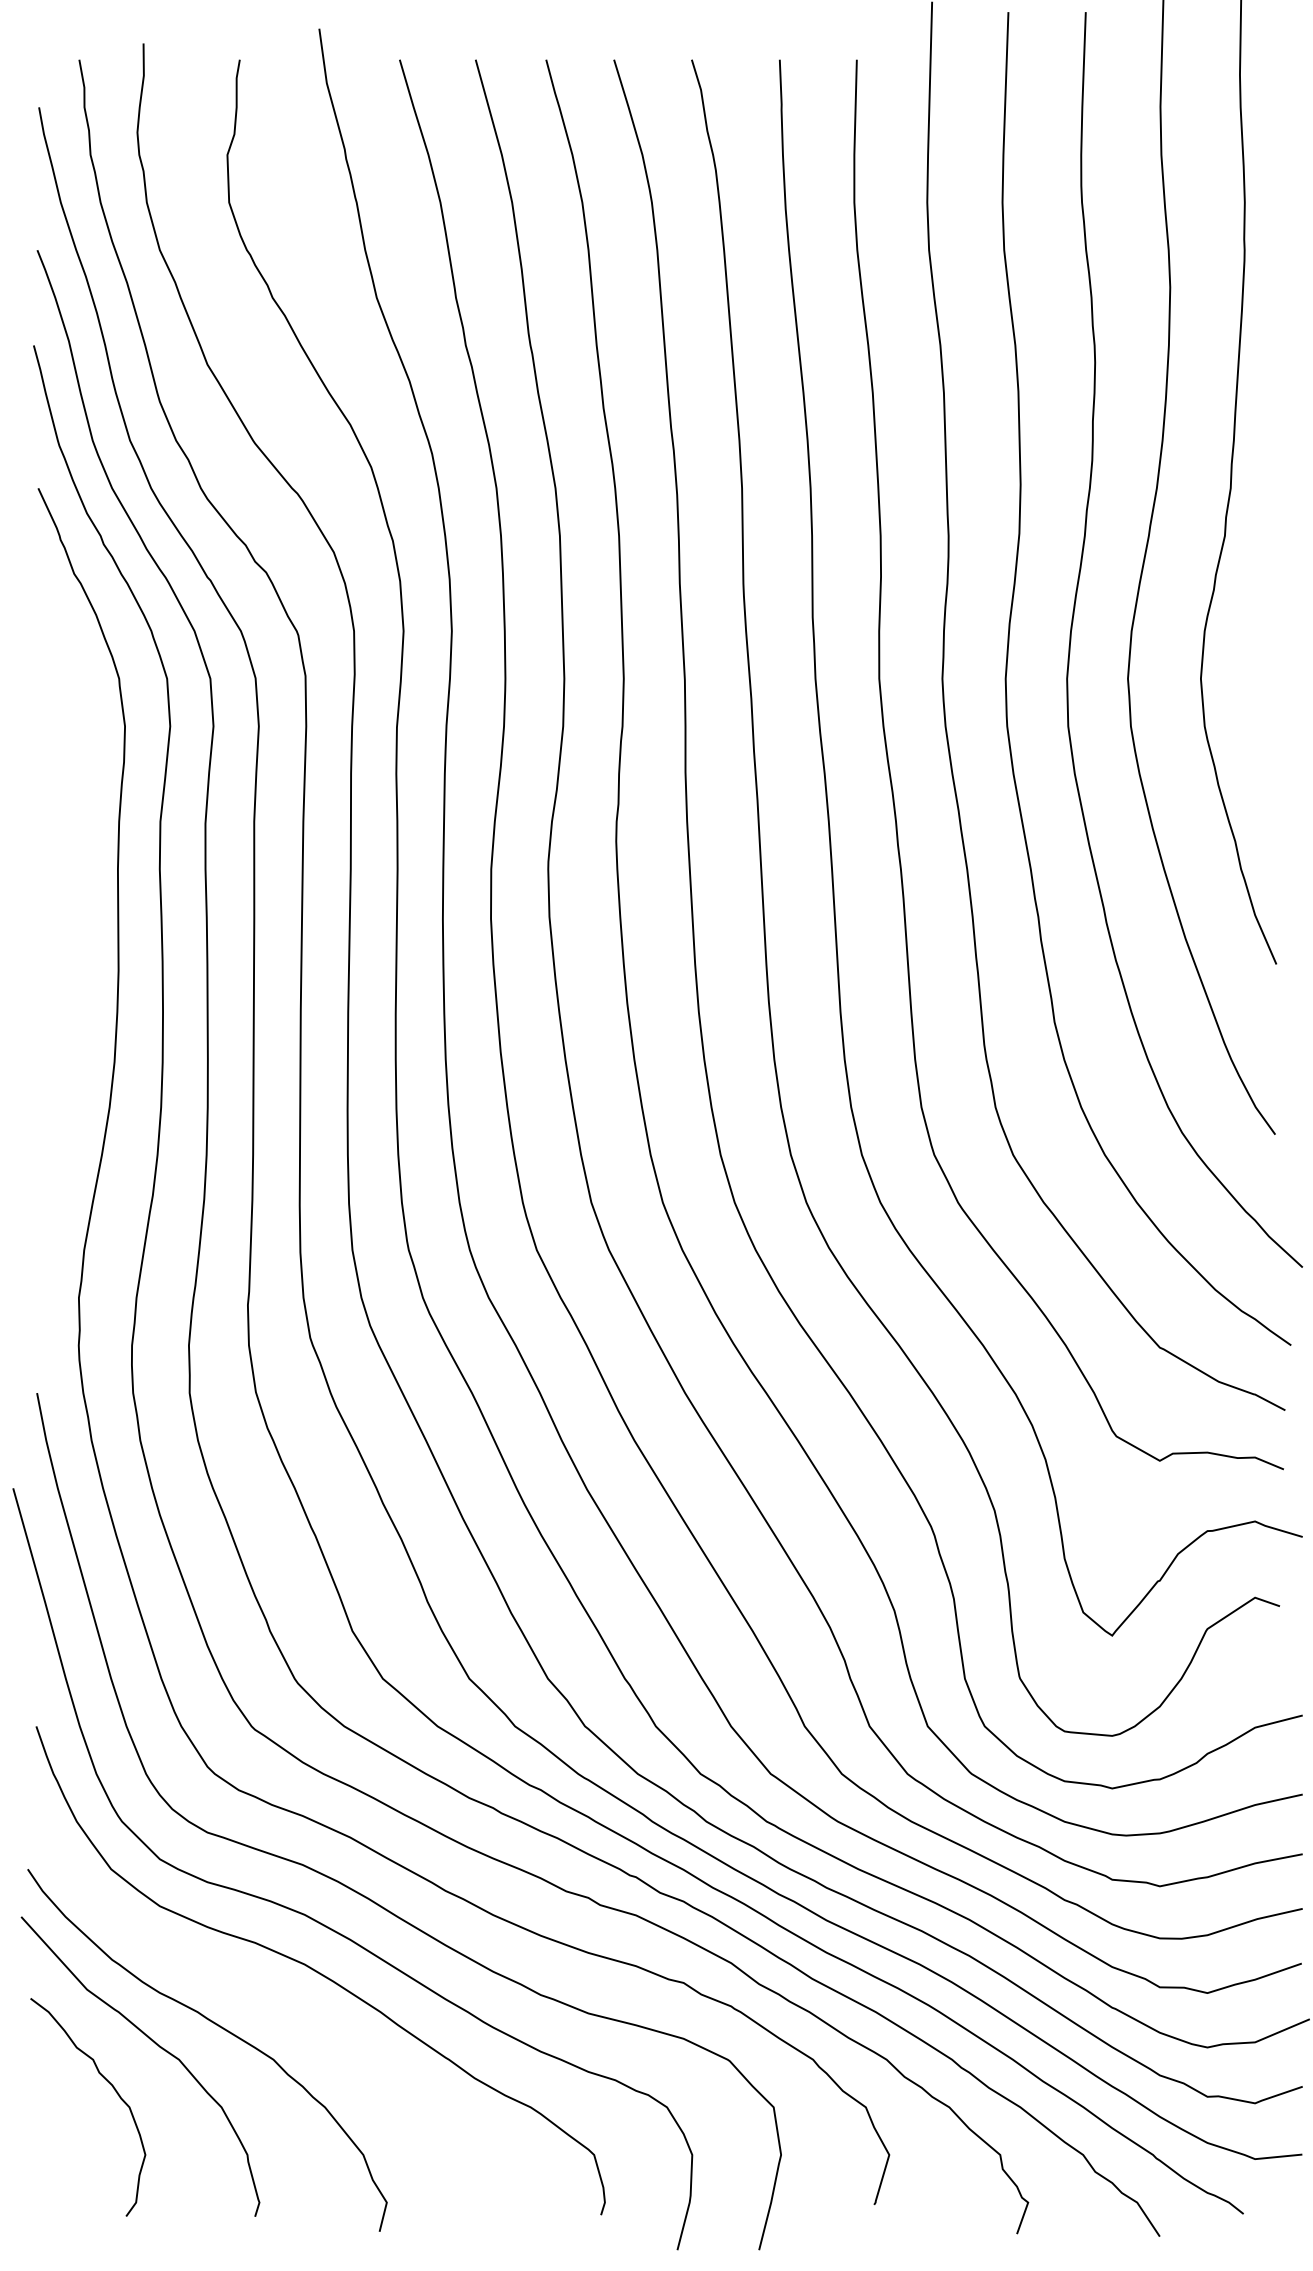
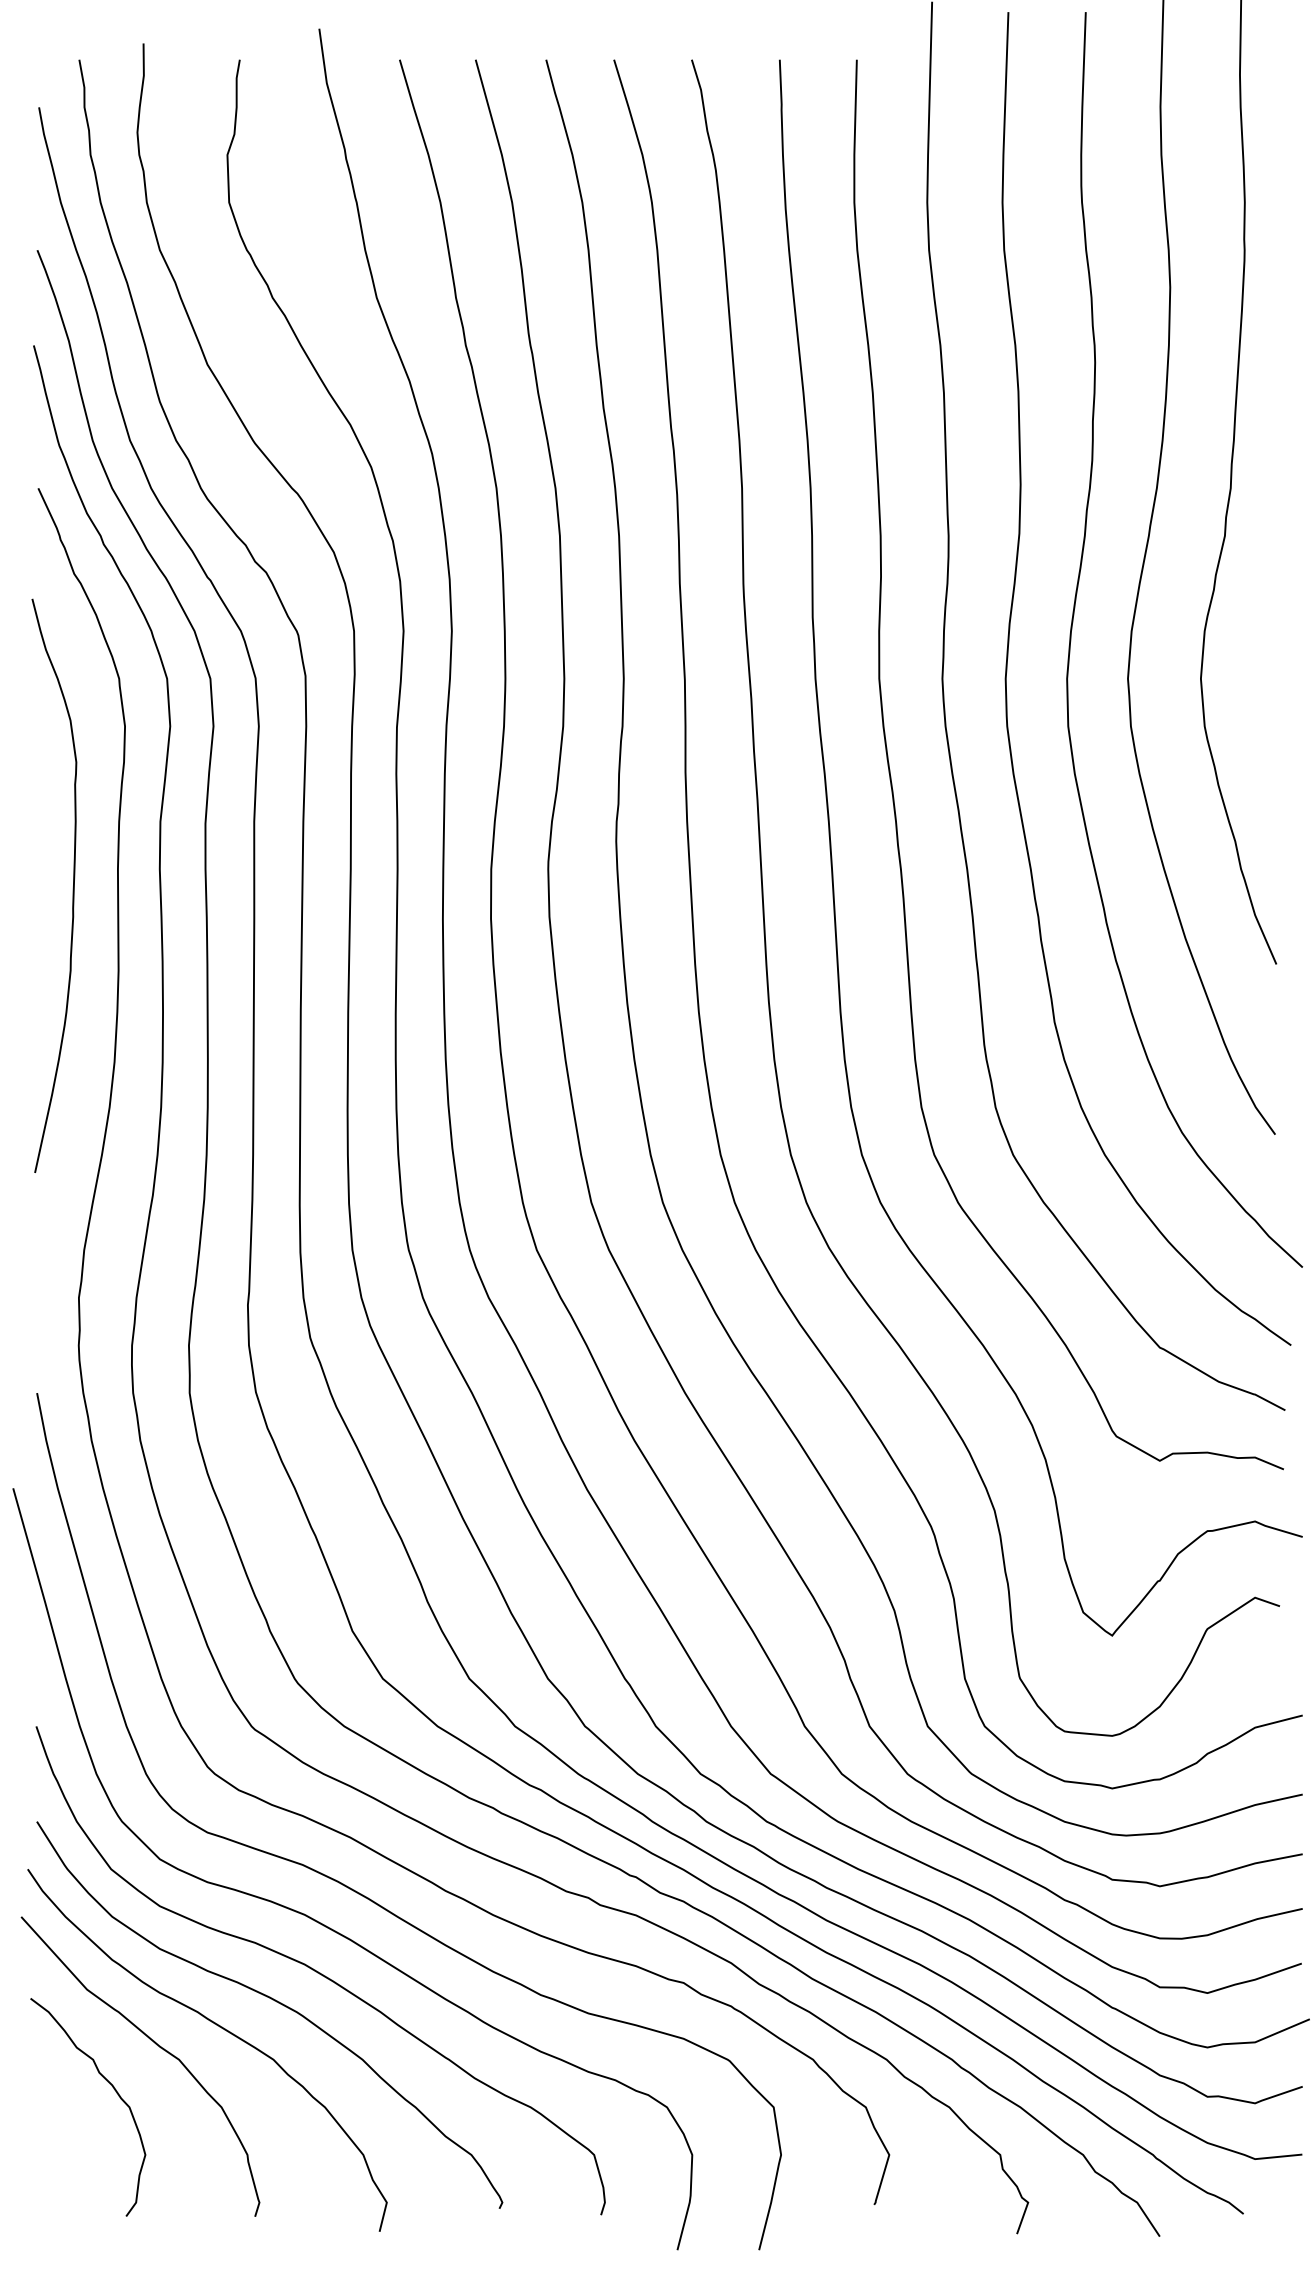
curve at (72, 888): none -> present
curve at (276, 2002): none -> present
